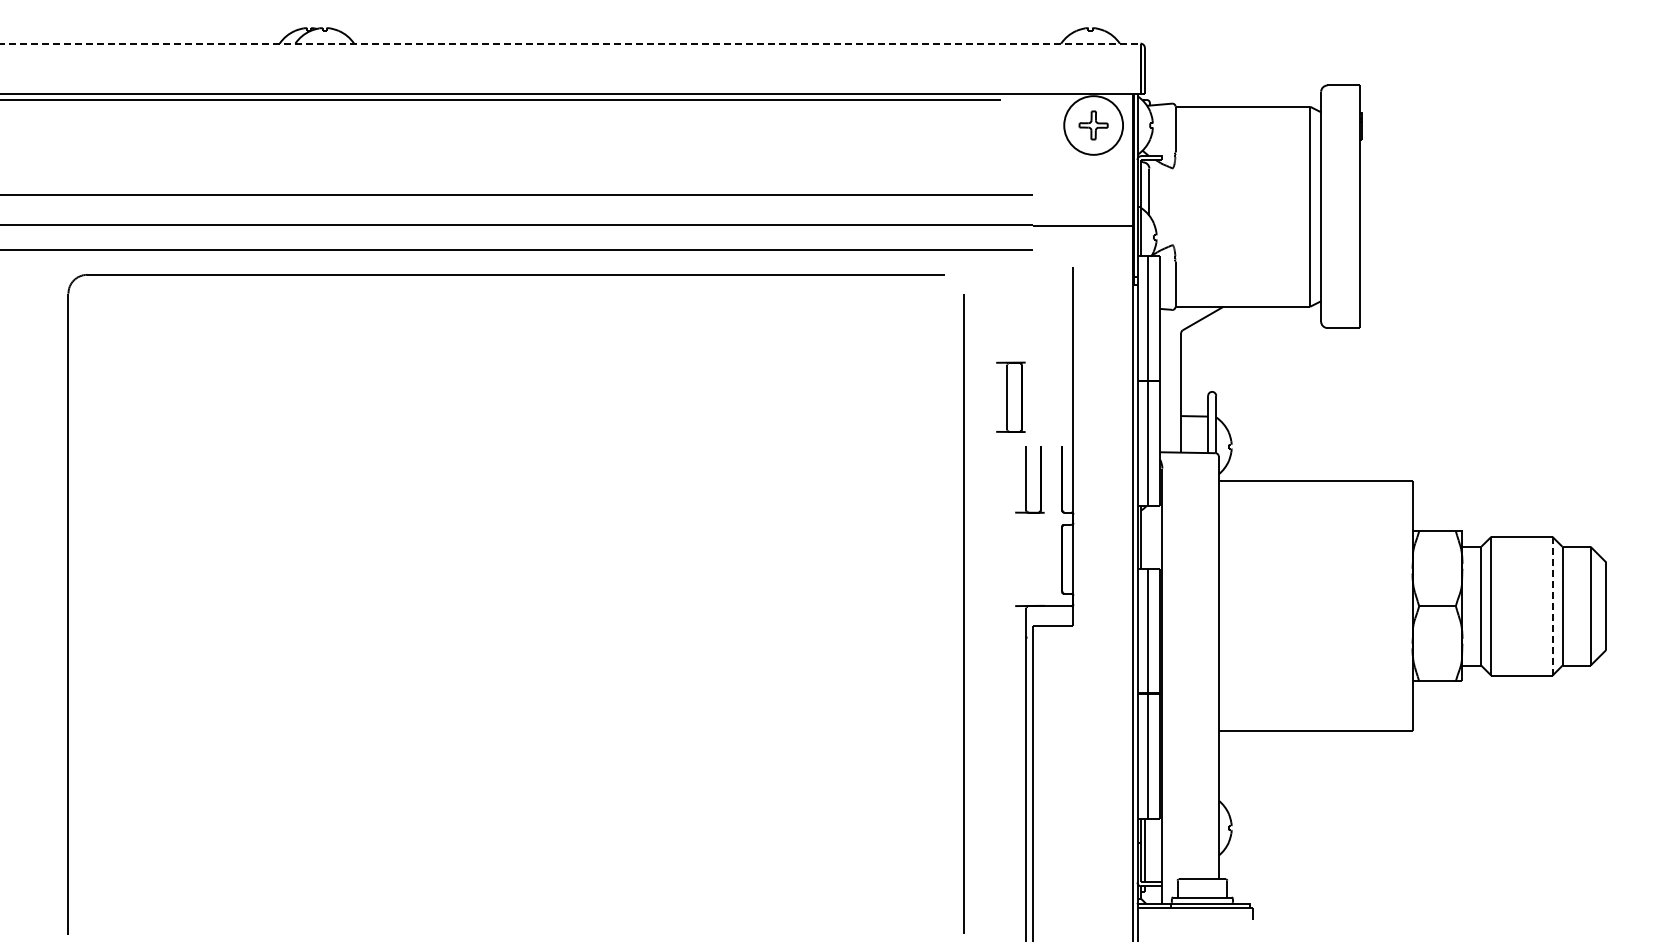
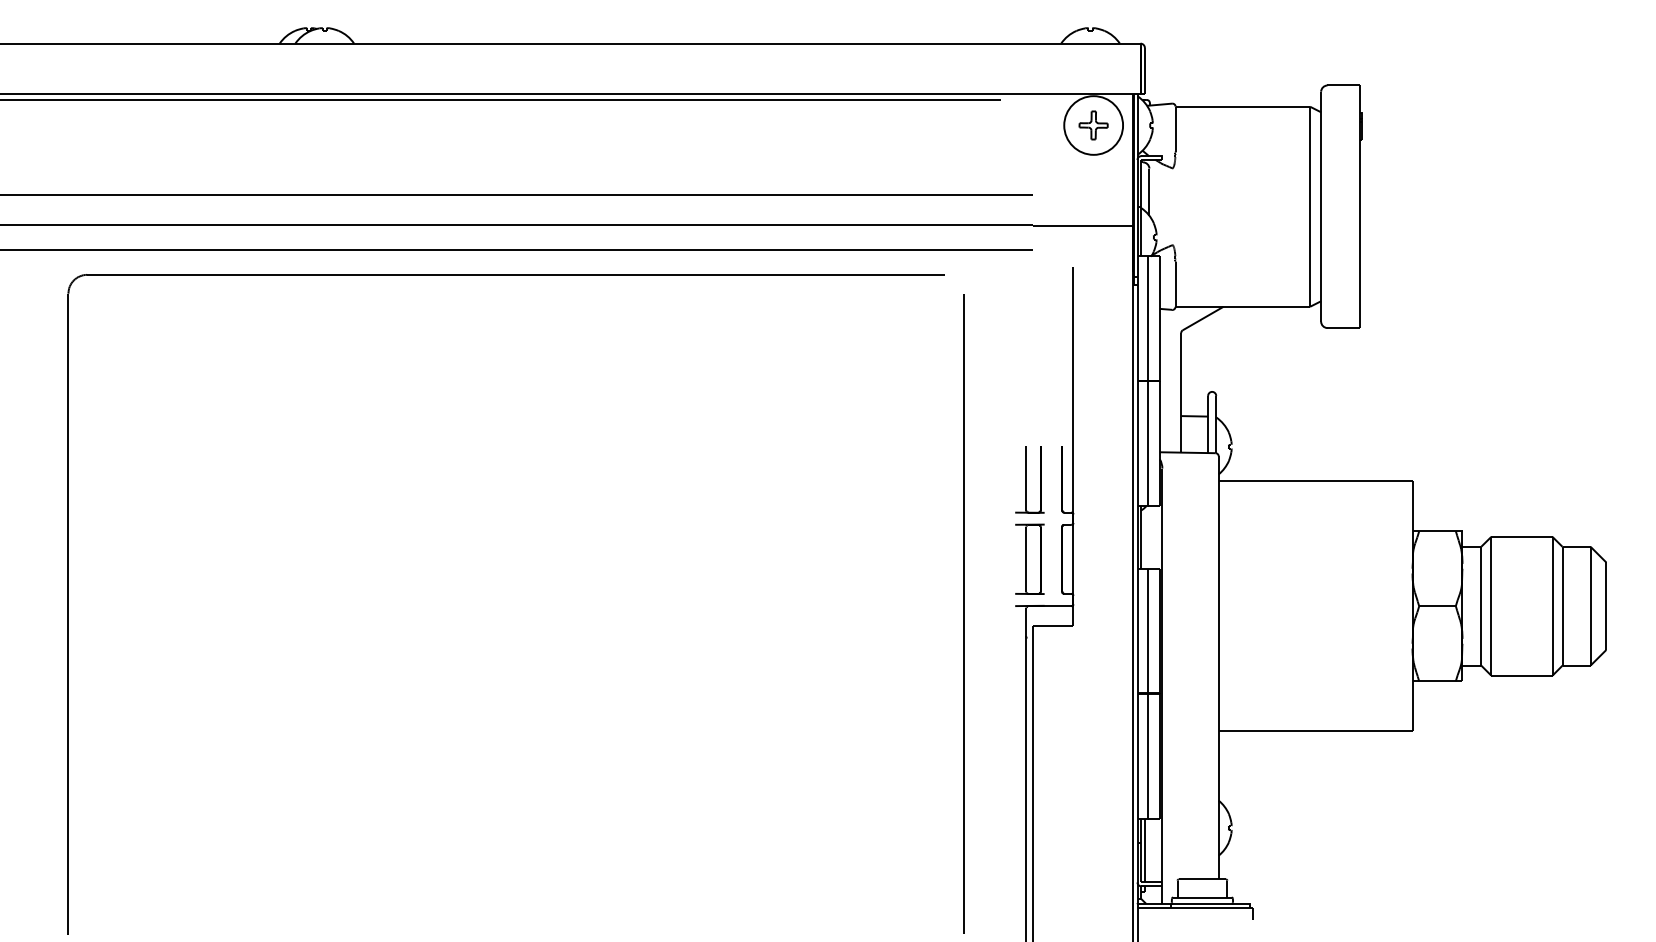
line at (570, 43): dashed -> solid
part at (1010, 396) position: (1010, 396) -> (1029, 558)
line at (1552, 605): dashed -> solid
